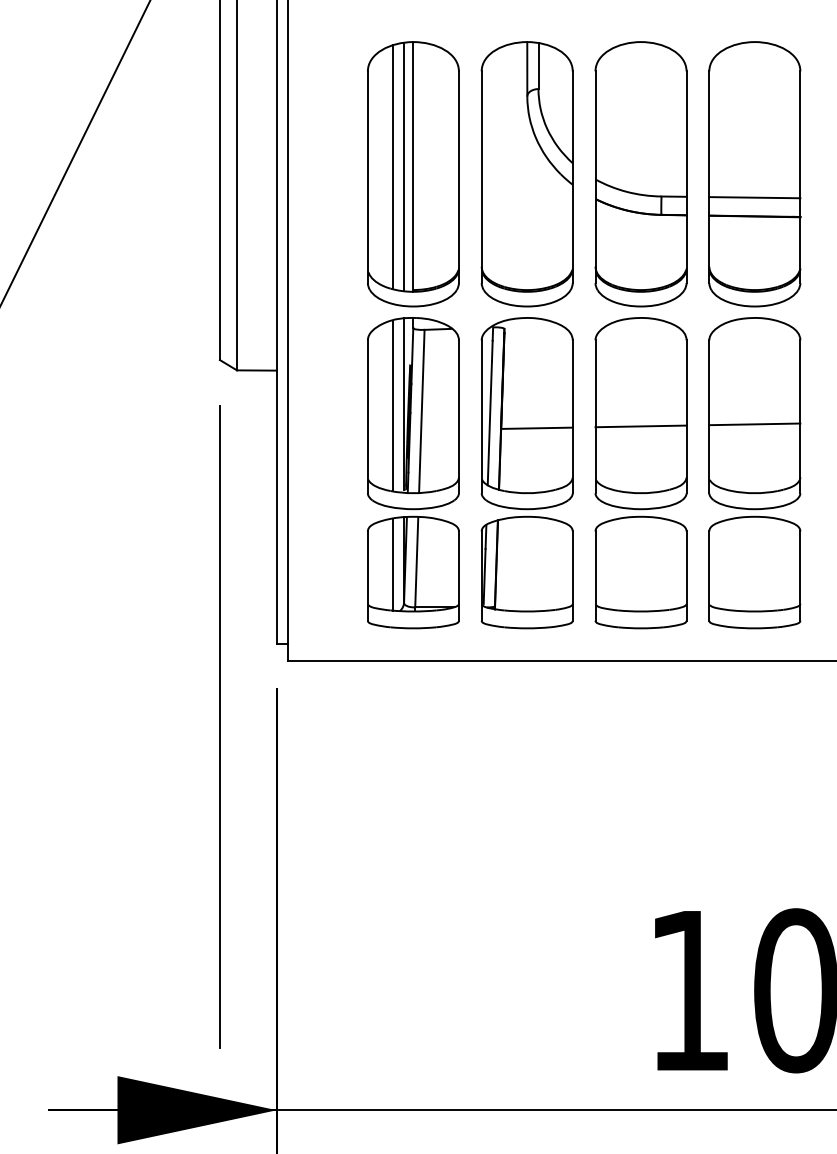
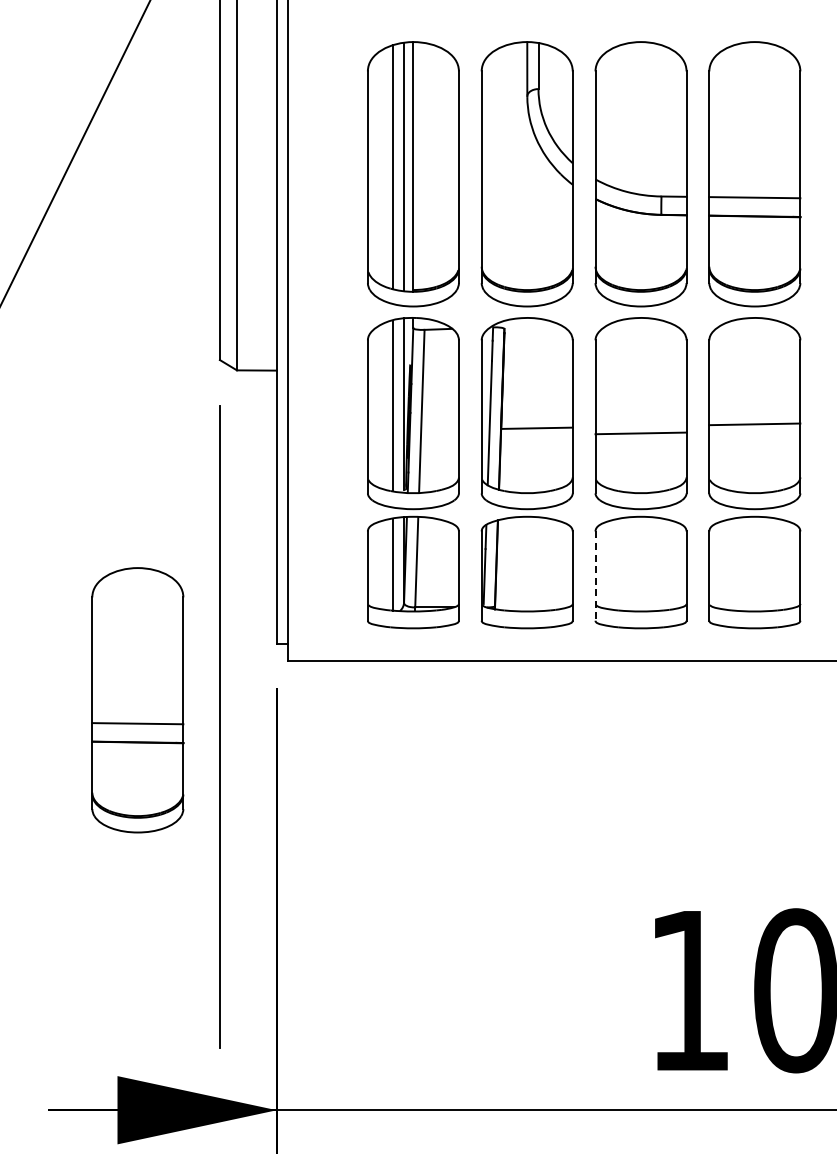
line at (640, 426) position: (640, 426) -> (640, 433)
line at (595, 576): solid -> dashed
part at (137, 700): none -> present
